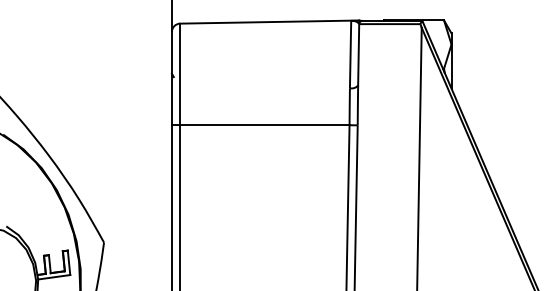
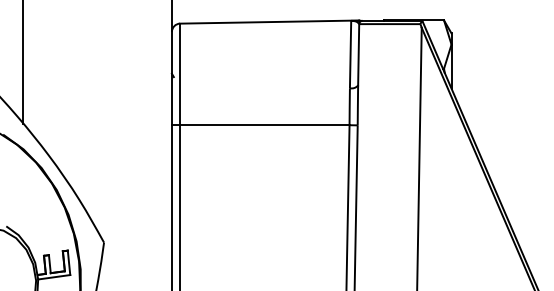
line at (23, 62): none -> present
